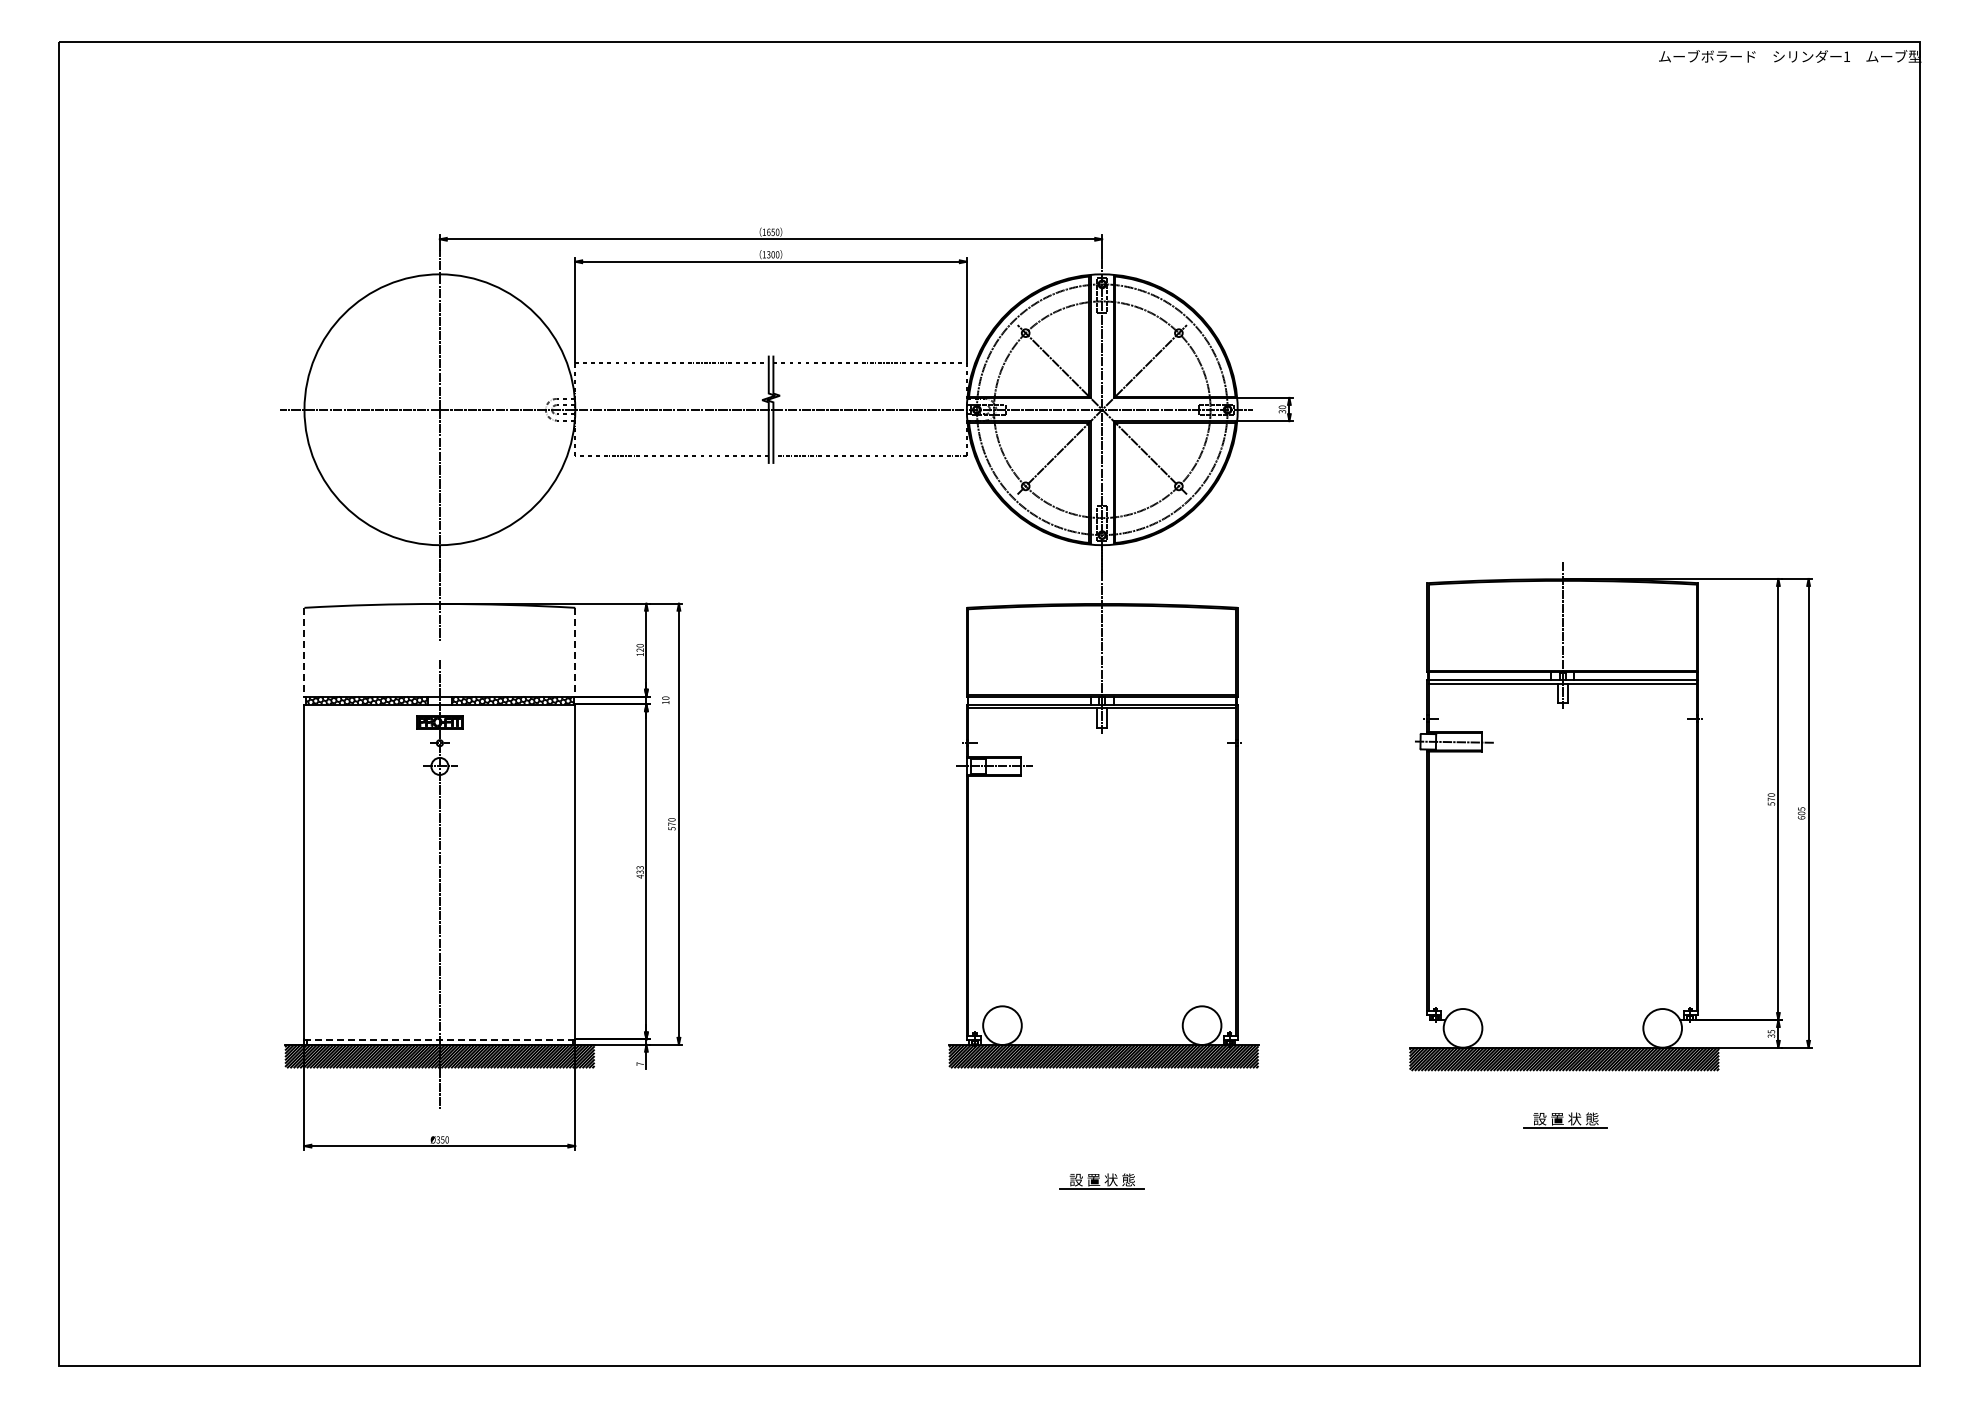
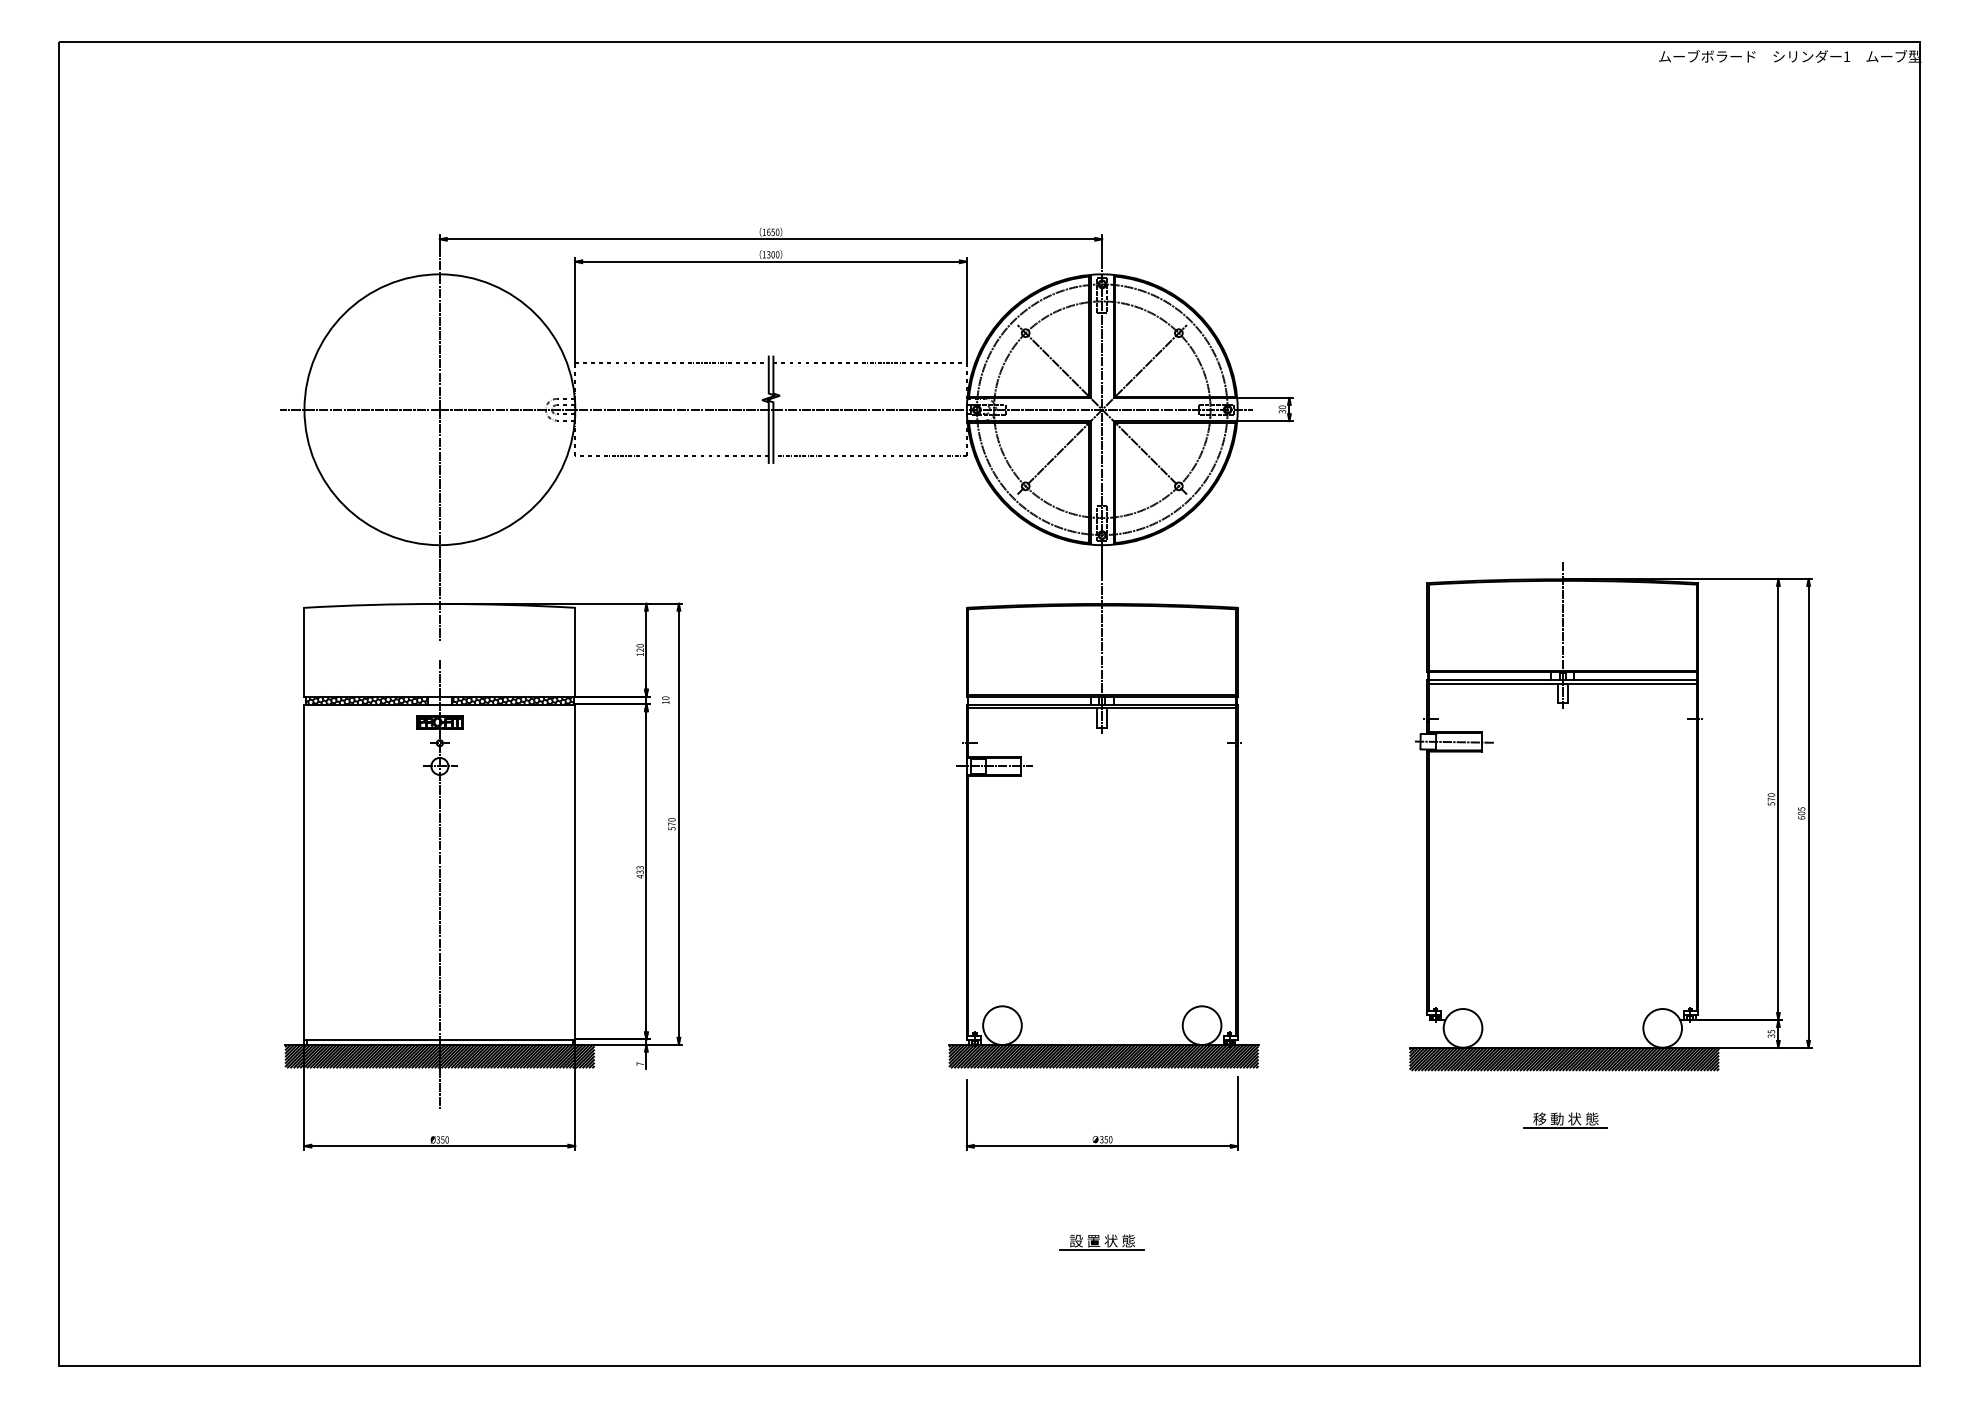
line at (304, 652): dashed -> solid
line at (575, 652): dashed -> solid
line at (439, 1039): dashed -> solid
text at (1548, 1118): 設 置 状 態 -> 移 動 状 態
part at (1101, 1136): none -> present
part at (1101, 1181) position: (1101, 1181) -> (1101, 1242)
